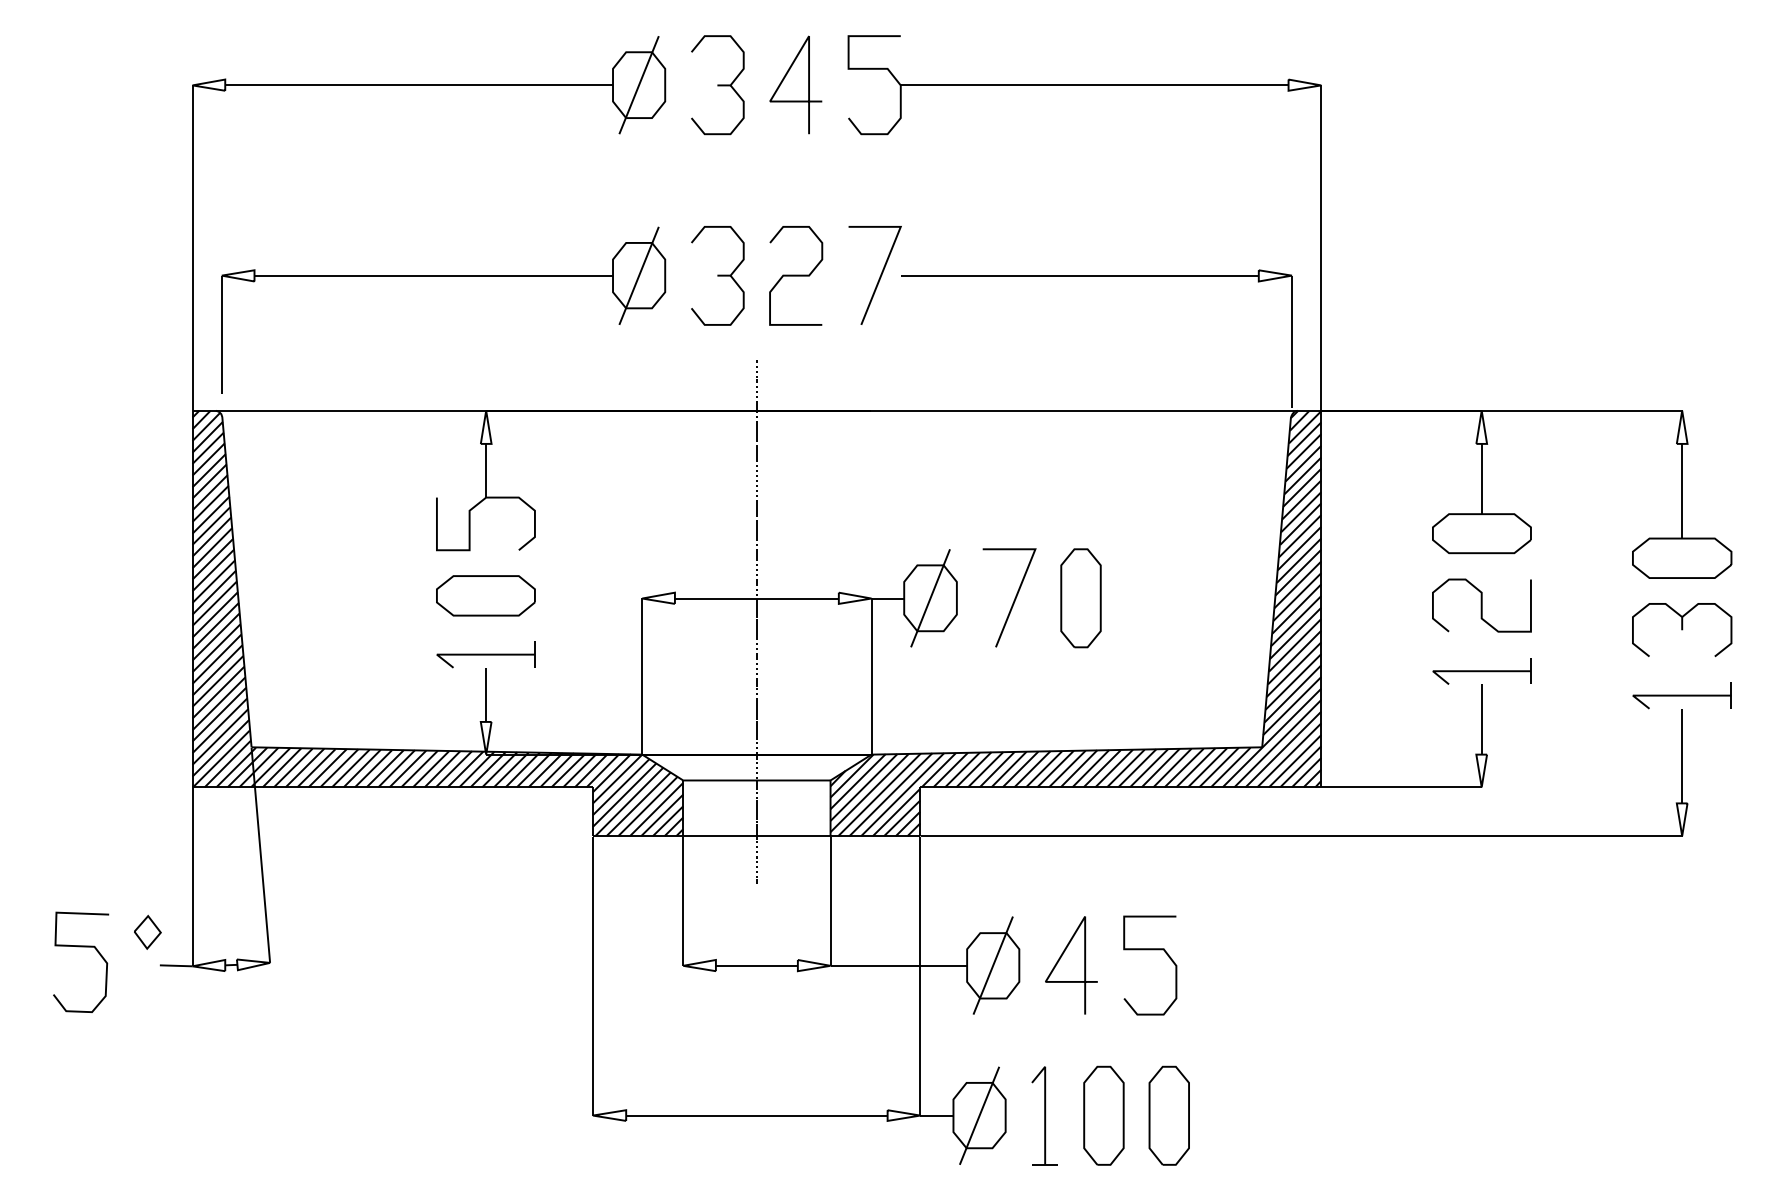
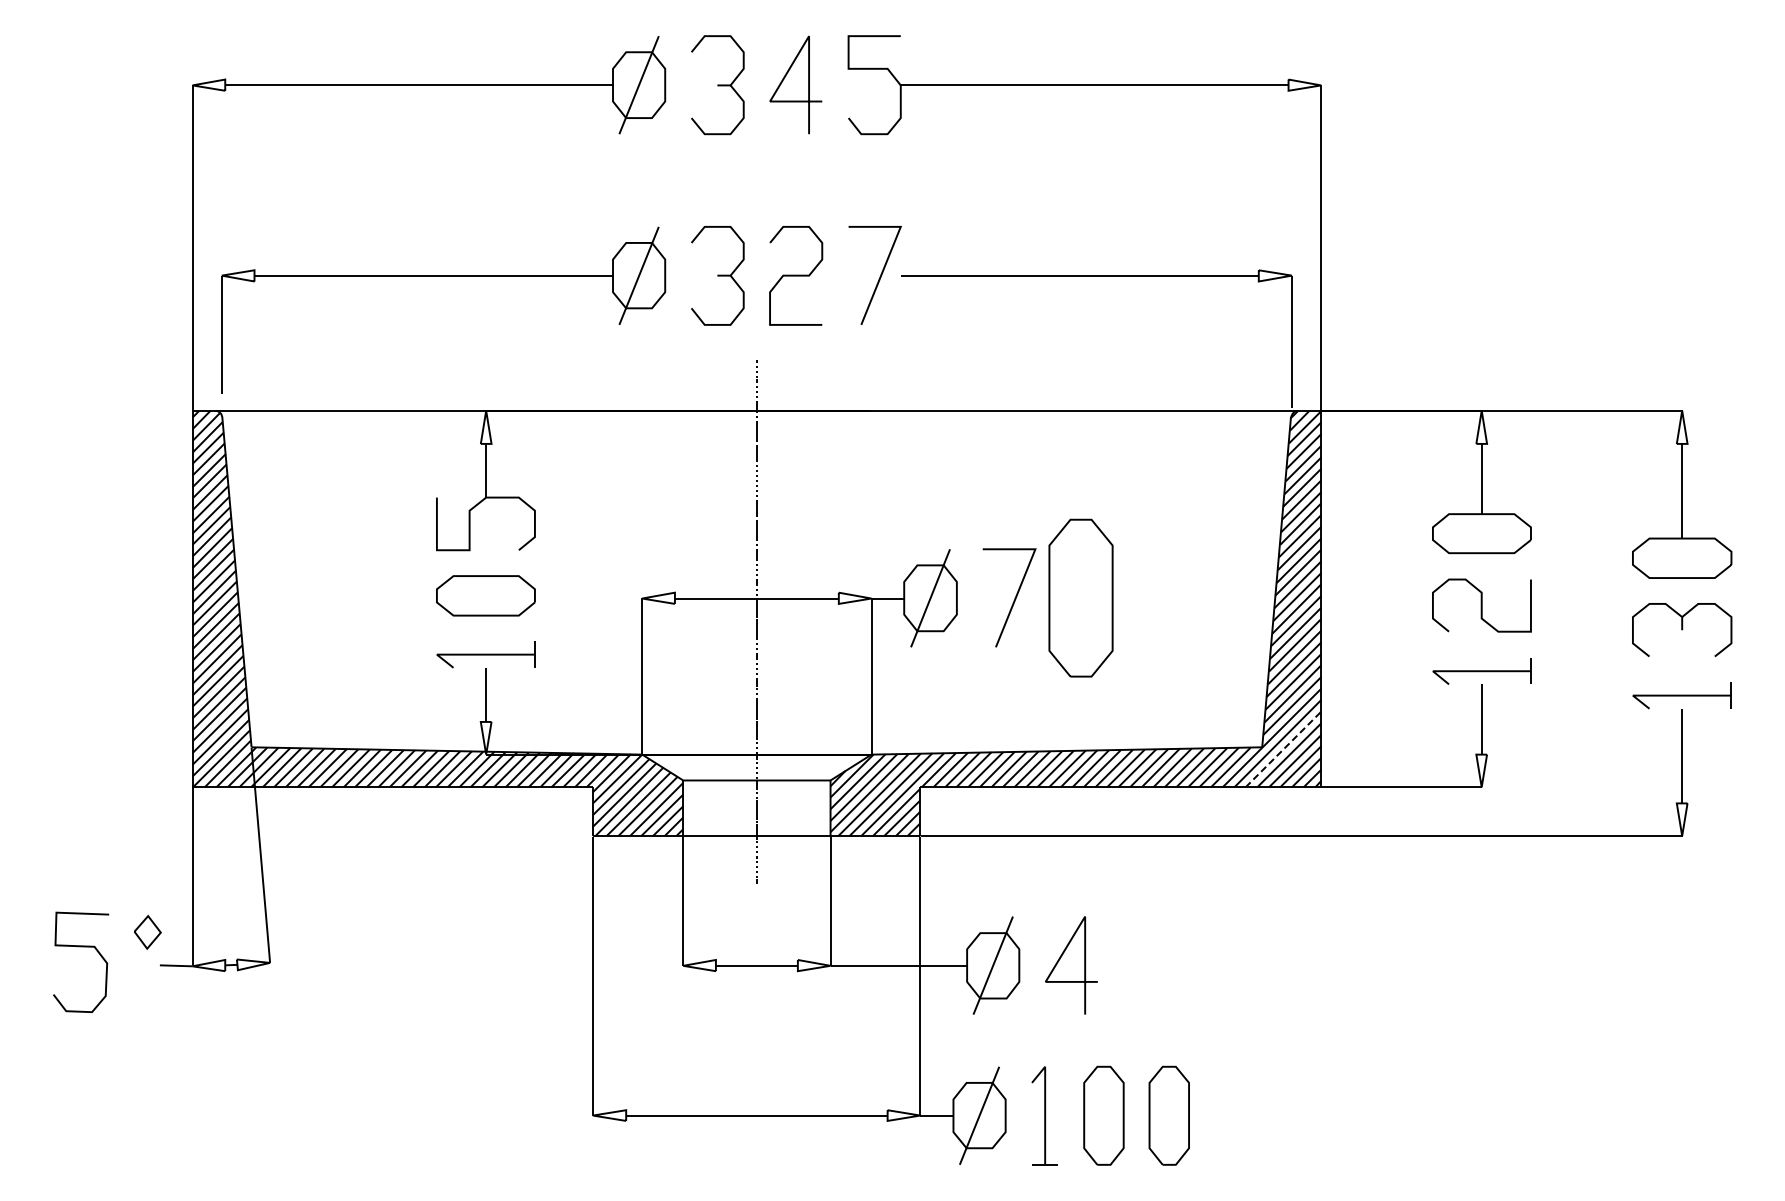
part at (1080, 598) size: 42x101 px -> 66x160 px
line at (1283, 749): solid -> dashed
curve at (1150, 950): present -> none
